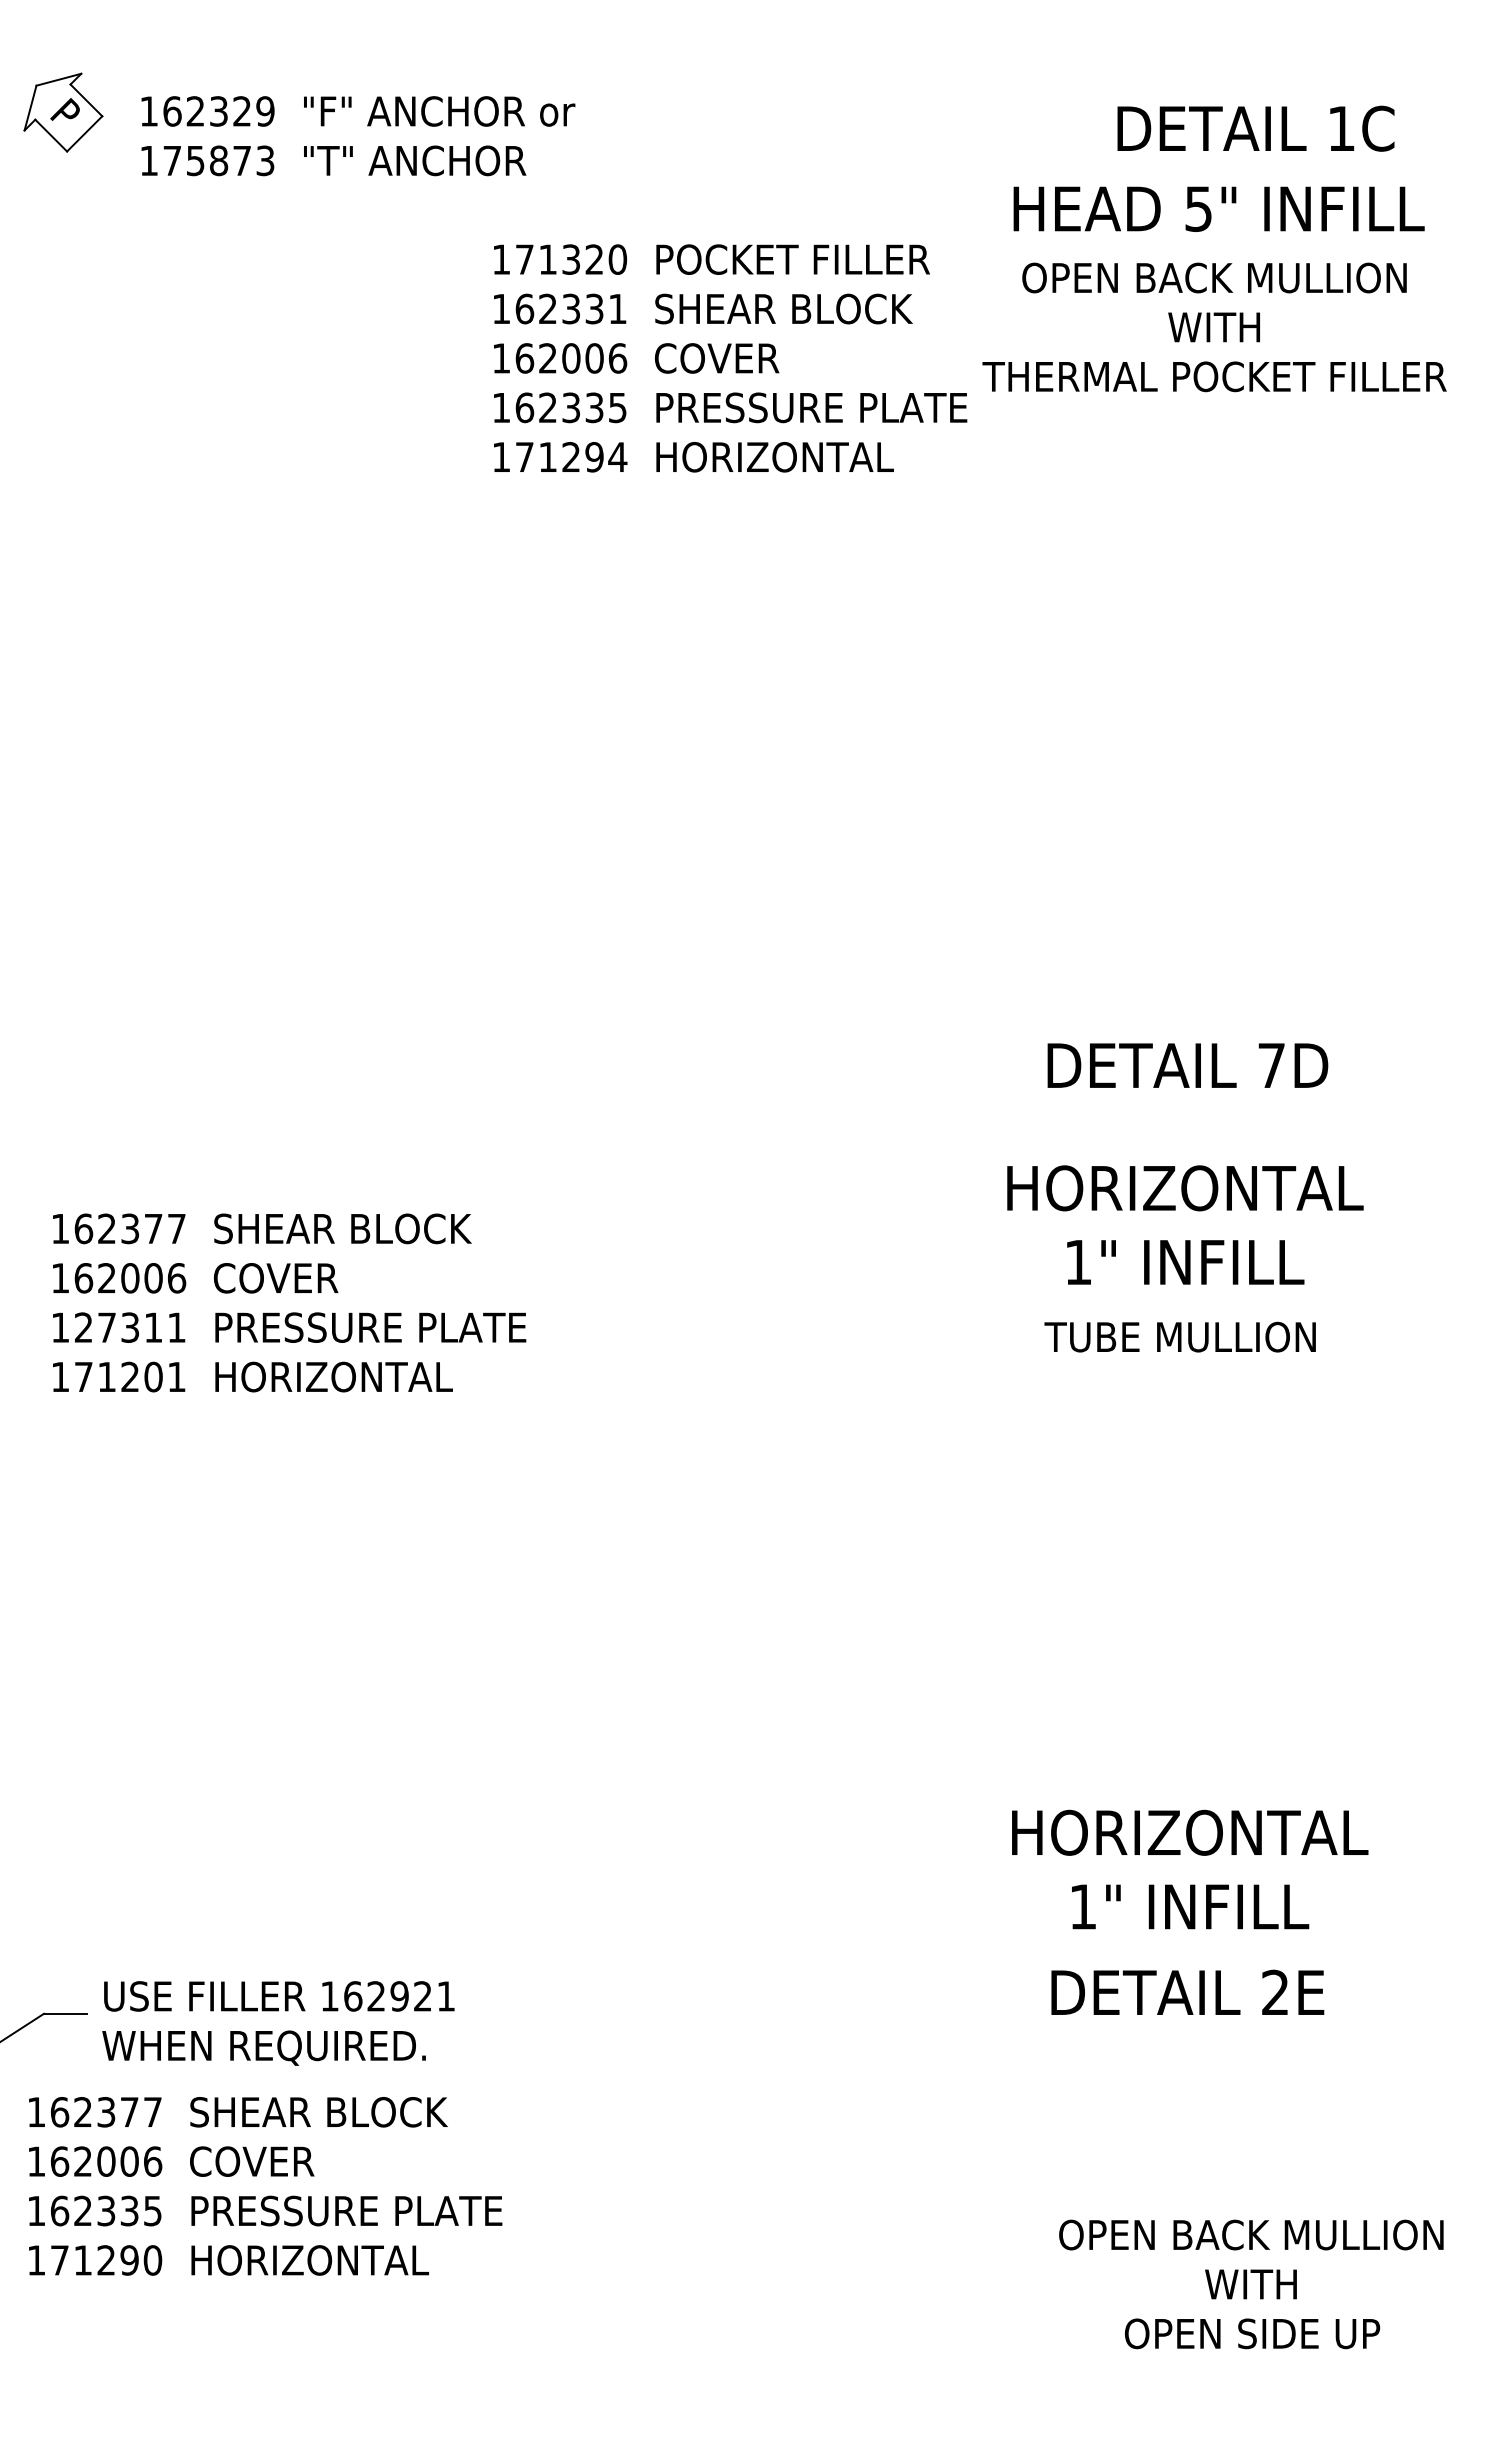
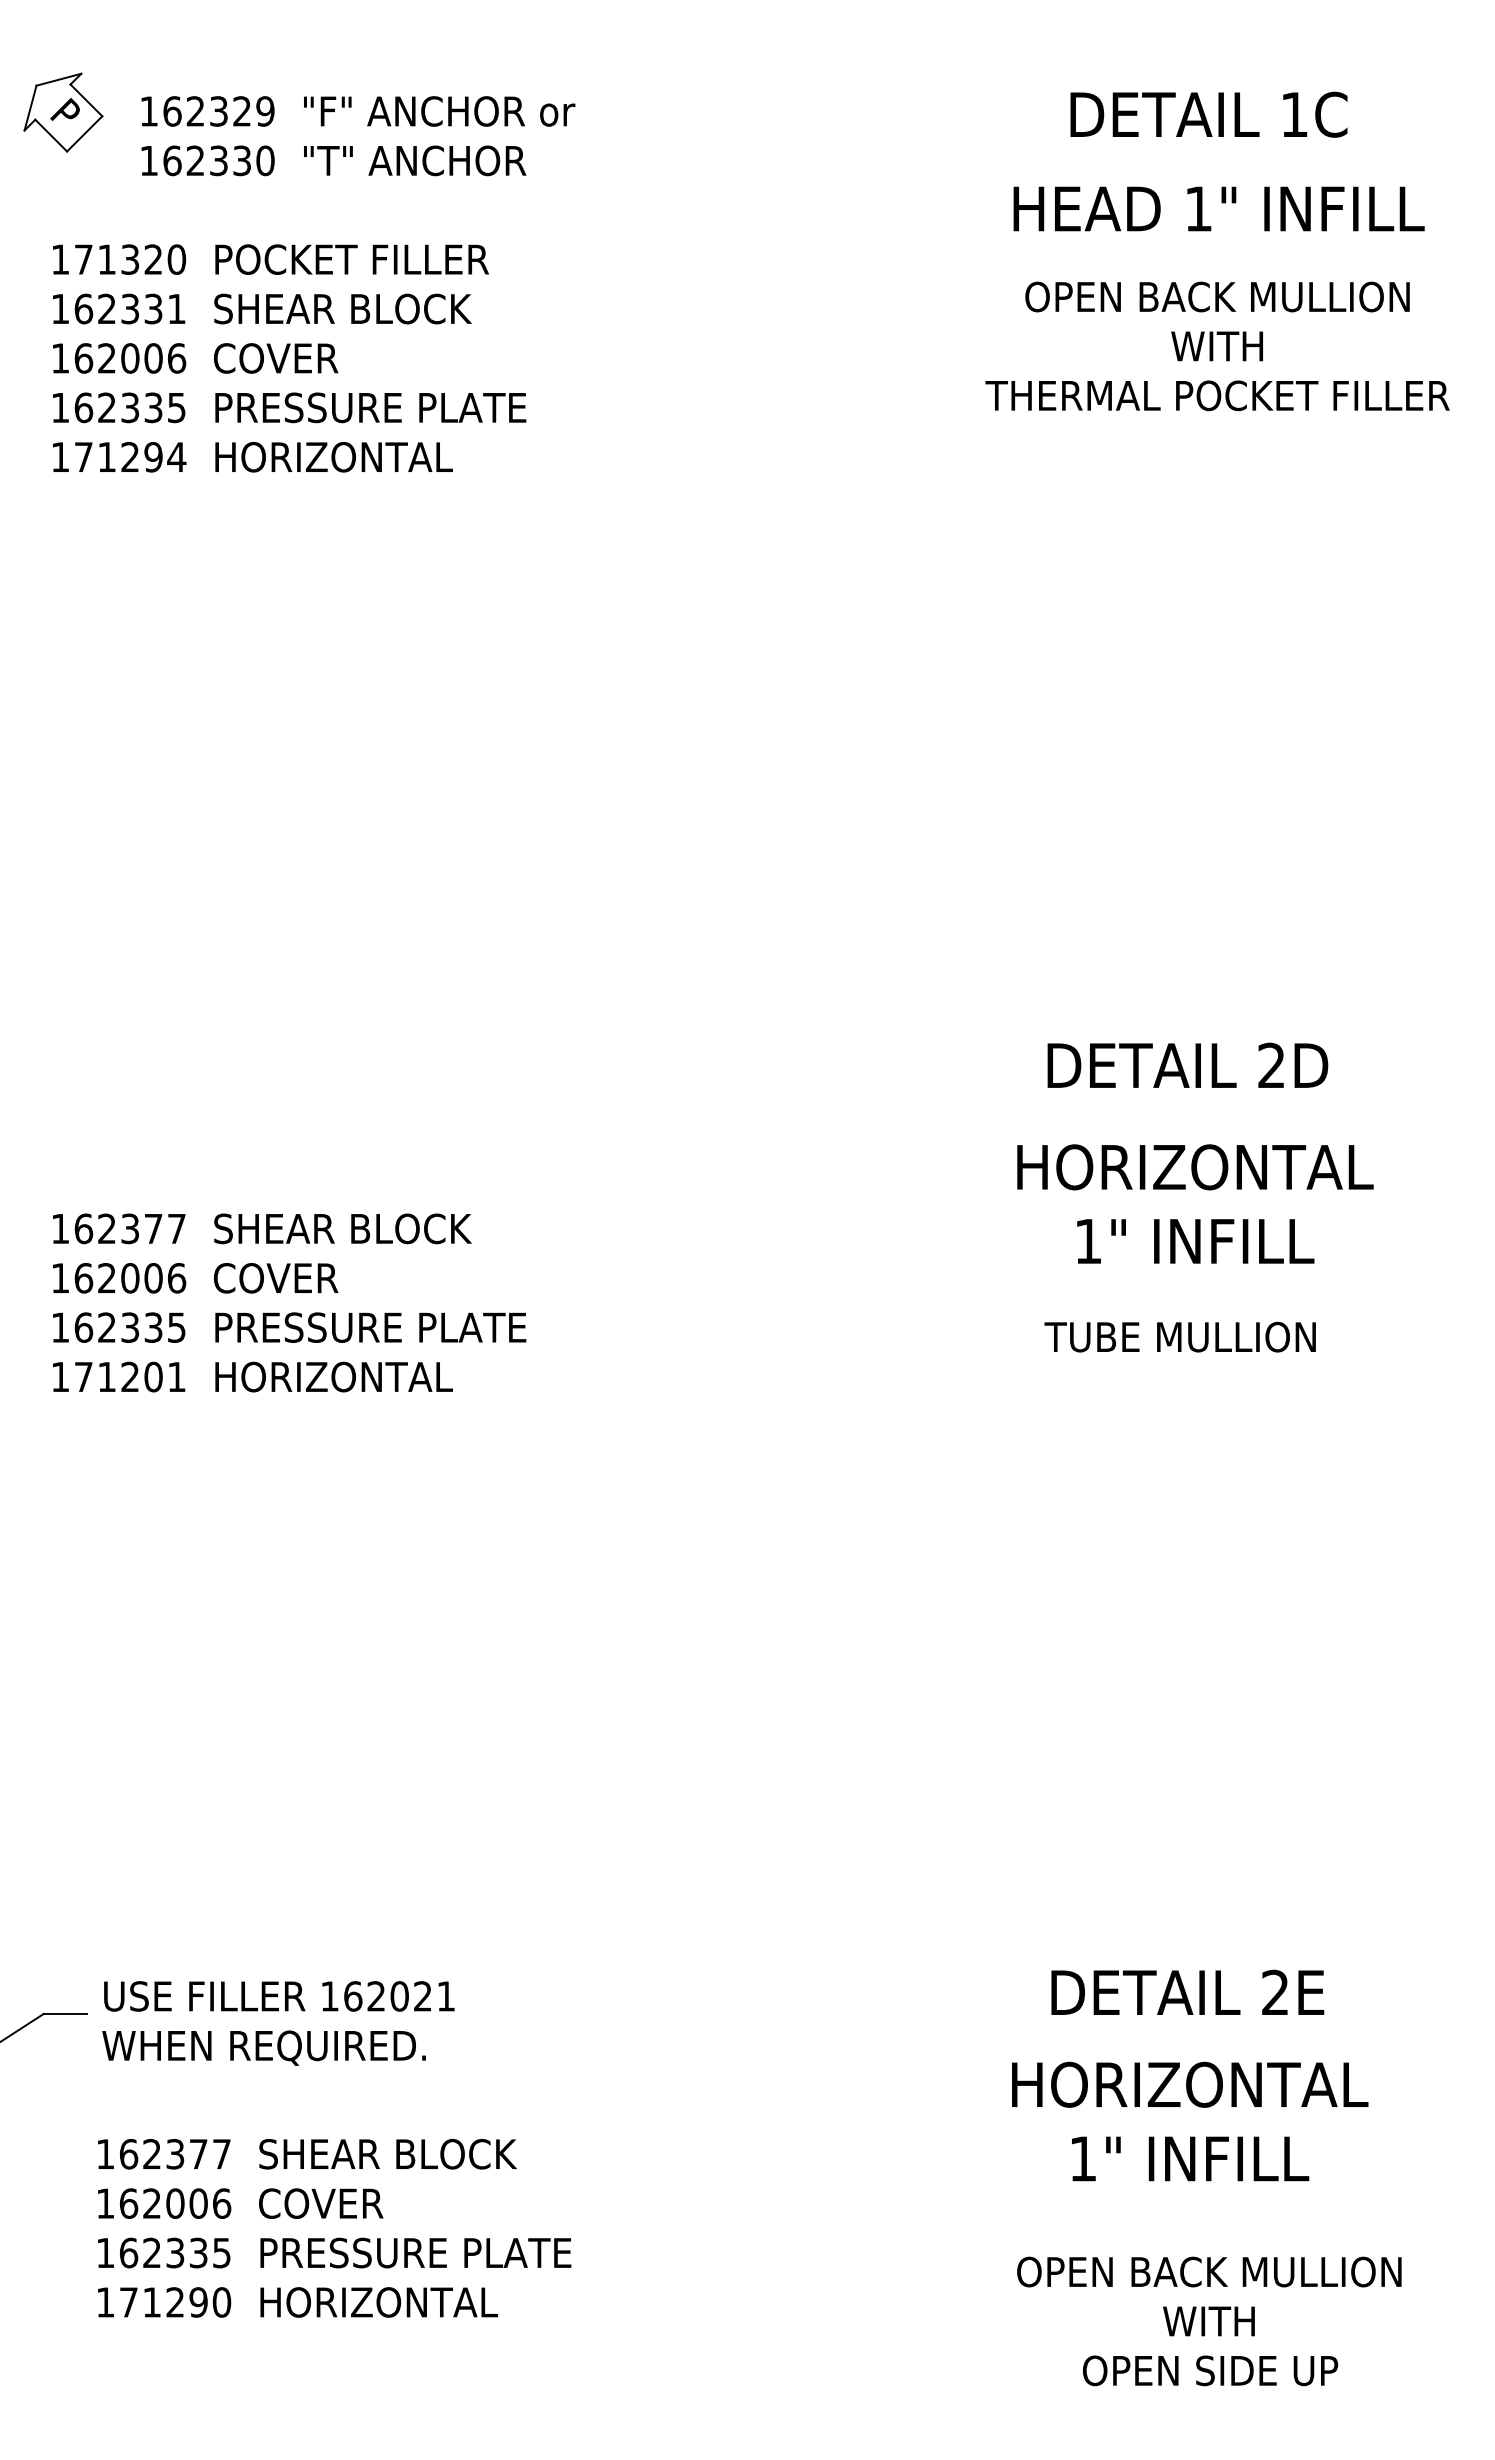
text at (1255, 128) position: (1255, 128) -> (1208, 114)
text at (218, 160): 175873 -> 162330
text at (1198, 208): 5" -> 1"
text at (1214, 327) position: (1214, 327) -> (1217, 346)
text at (730, 358) position: (730, 358) -> (289, 358)
text at (1271, 1064): 7D -> 2D
text at (1185, 1224) position: (1185, 1224) -> (1195, 1203)
text at (129, 1327): 127311 -> 162335
text at (1190, 1869) position: (1190, 1869) -> (1190, 2121)
text at (399, 1996): 162921 -> 162021
text at (265, 2186) position: (265, 2186) -> (334, 2228)
text at (1251, 2284) position: (1251, 2284) -> (1209, 2321)
